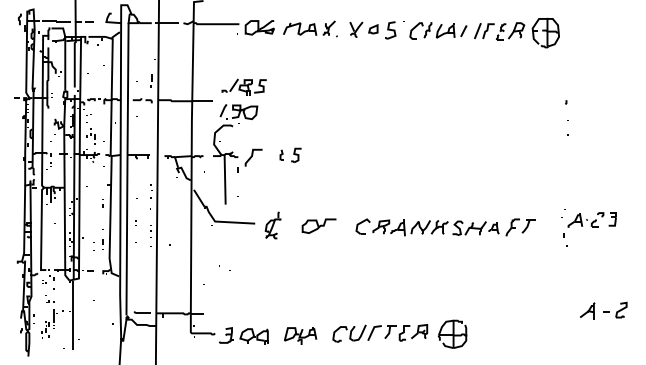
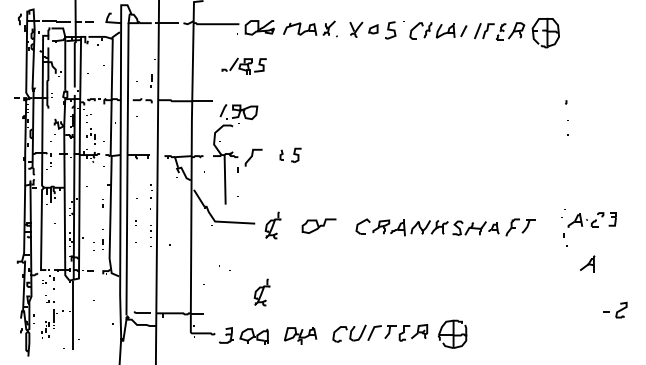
part at (243, 86) position: (243, 86) -> (243, 65)
part at (261, 292): none -> present
part at (587, 310) position: (587, 310) -> (587, 263)
